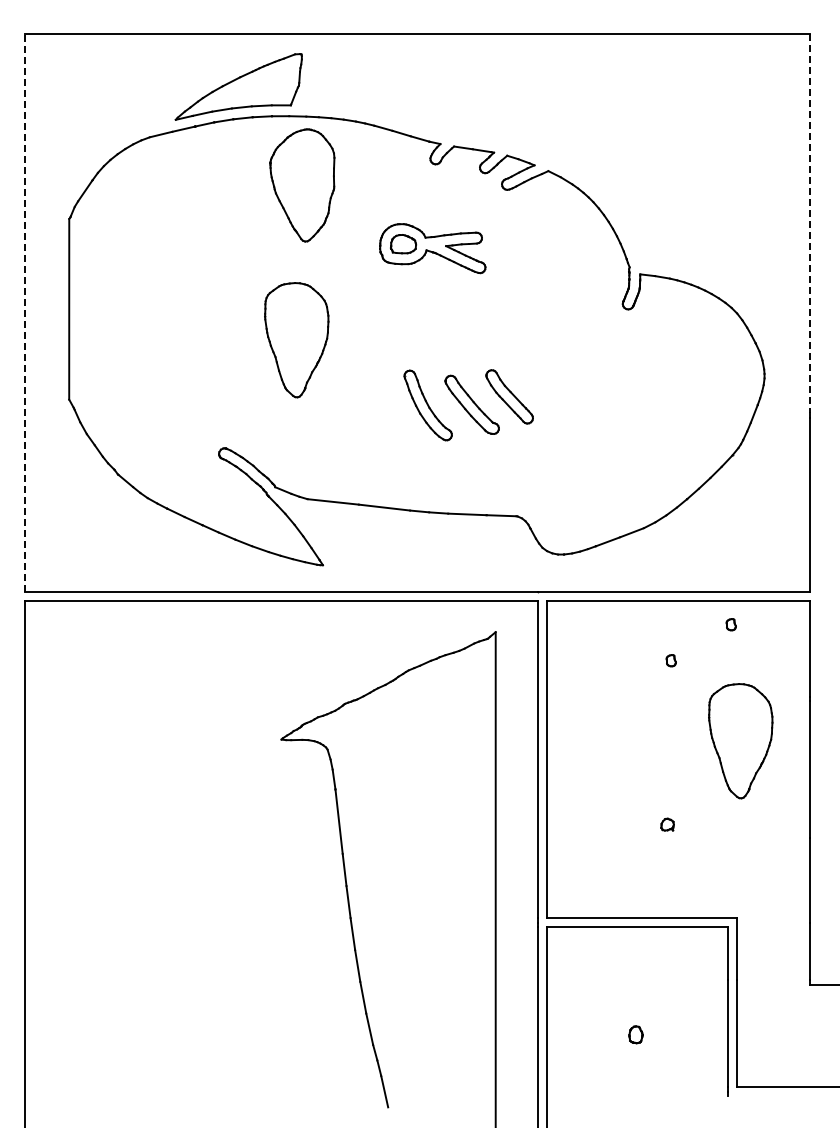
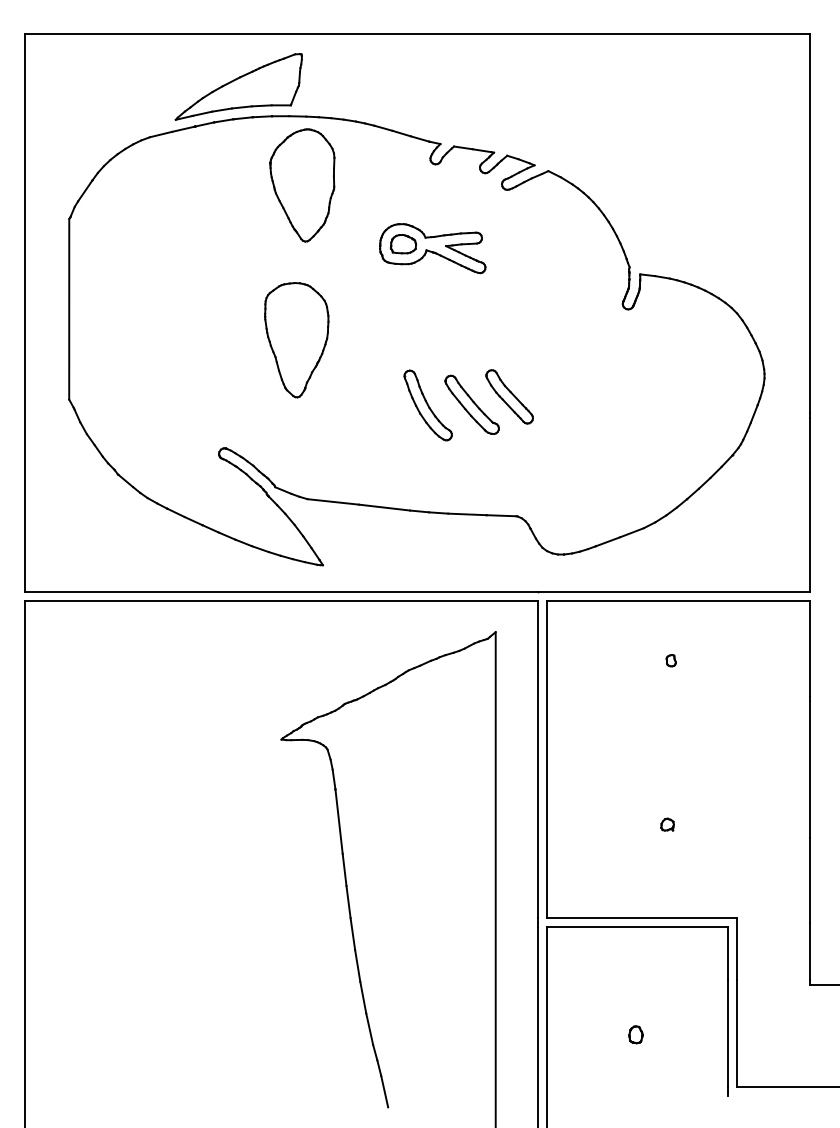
line at (810, 223): dashed -> solid
line at (25, 312): dashed -> solid
part at (730, 624): present -> none
part at (740, 741): present -> none
